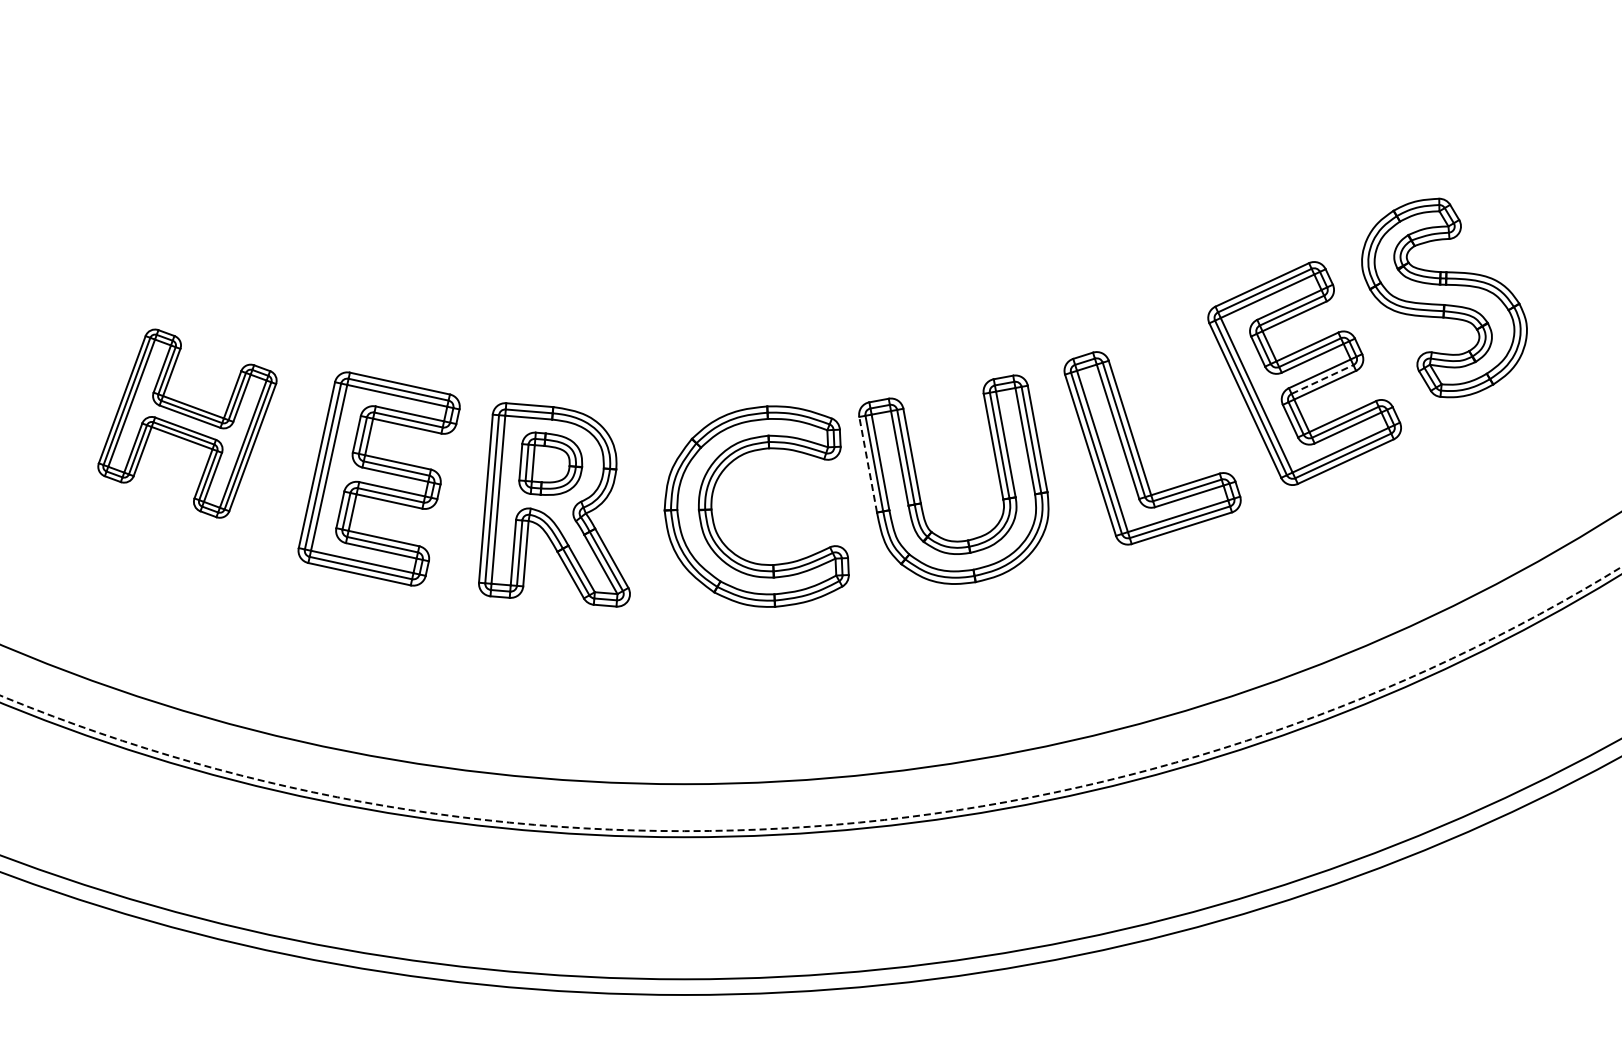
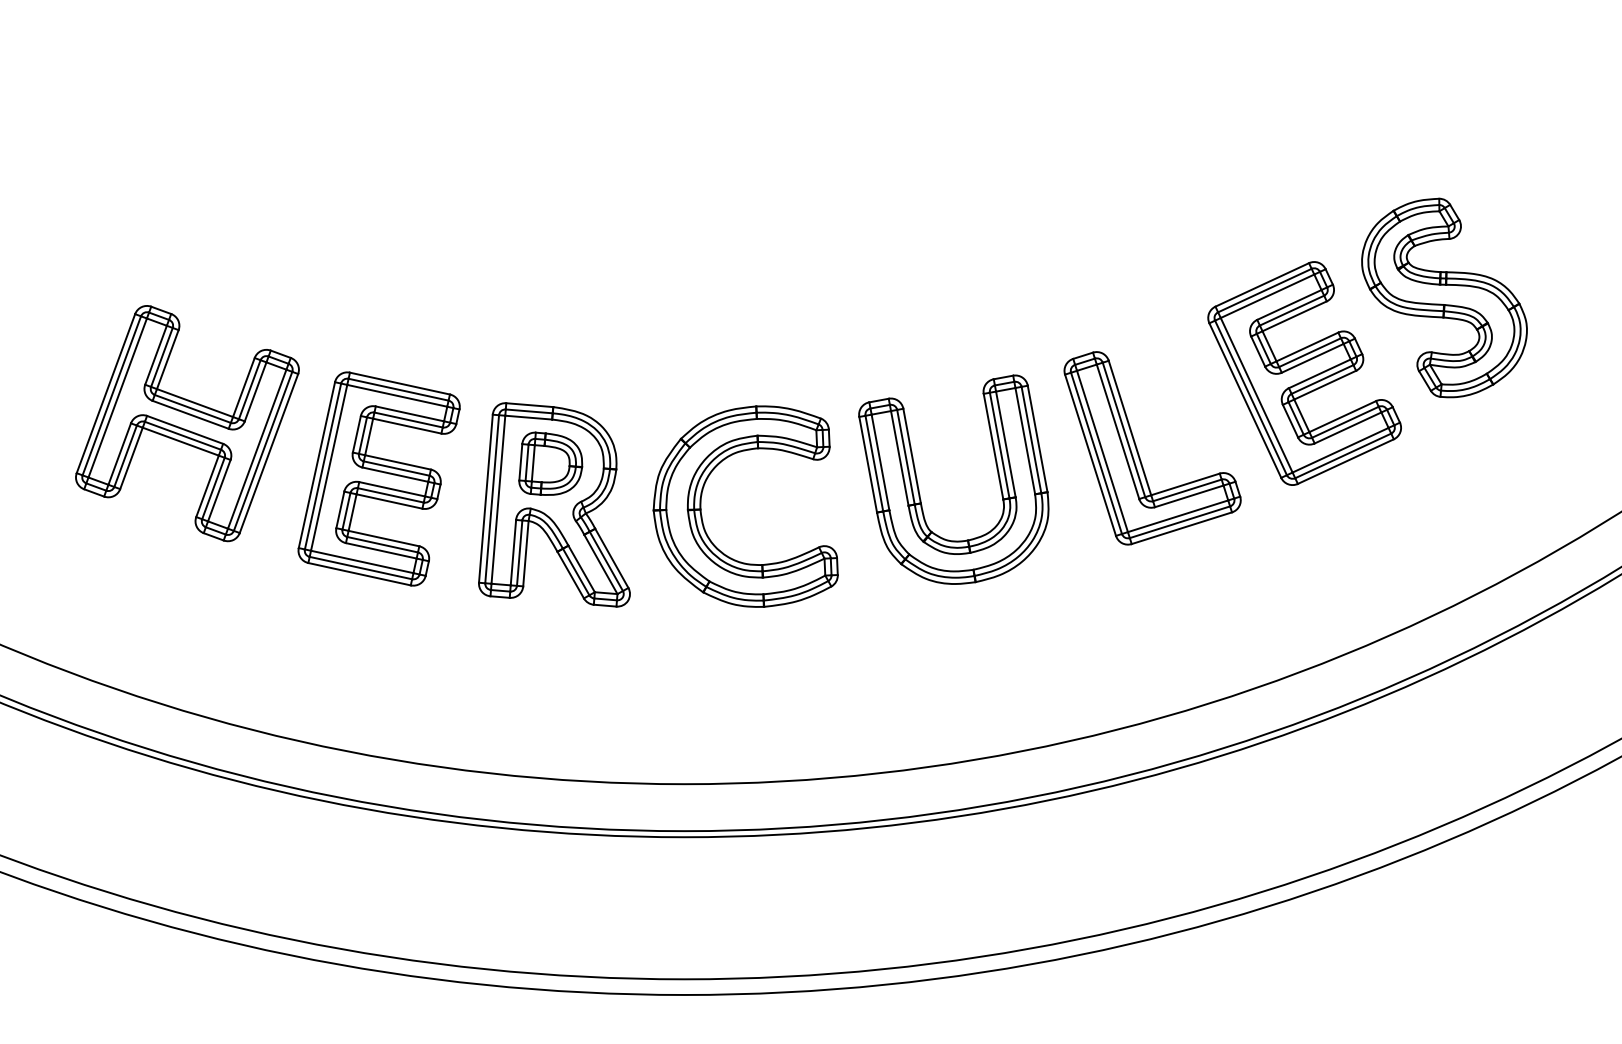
line at (1322, 379): dashed -> solid
part at (187, 423) size: 181x191 px -> 225x238 px
line at (868, 464): dashed -> solid
part at (713, 515) position: (713, 515) -> (702, 515)
arc at (826, 825): dashed -> solid
